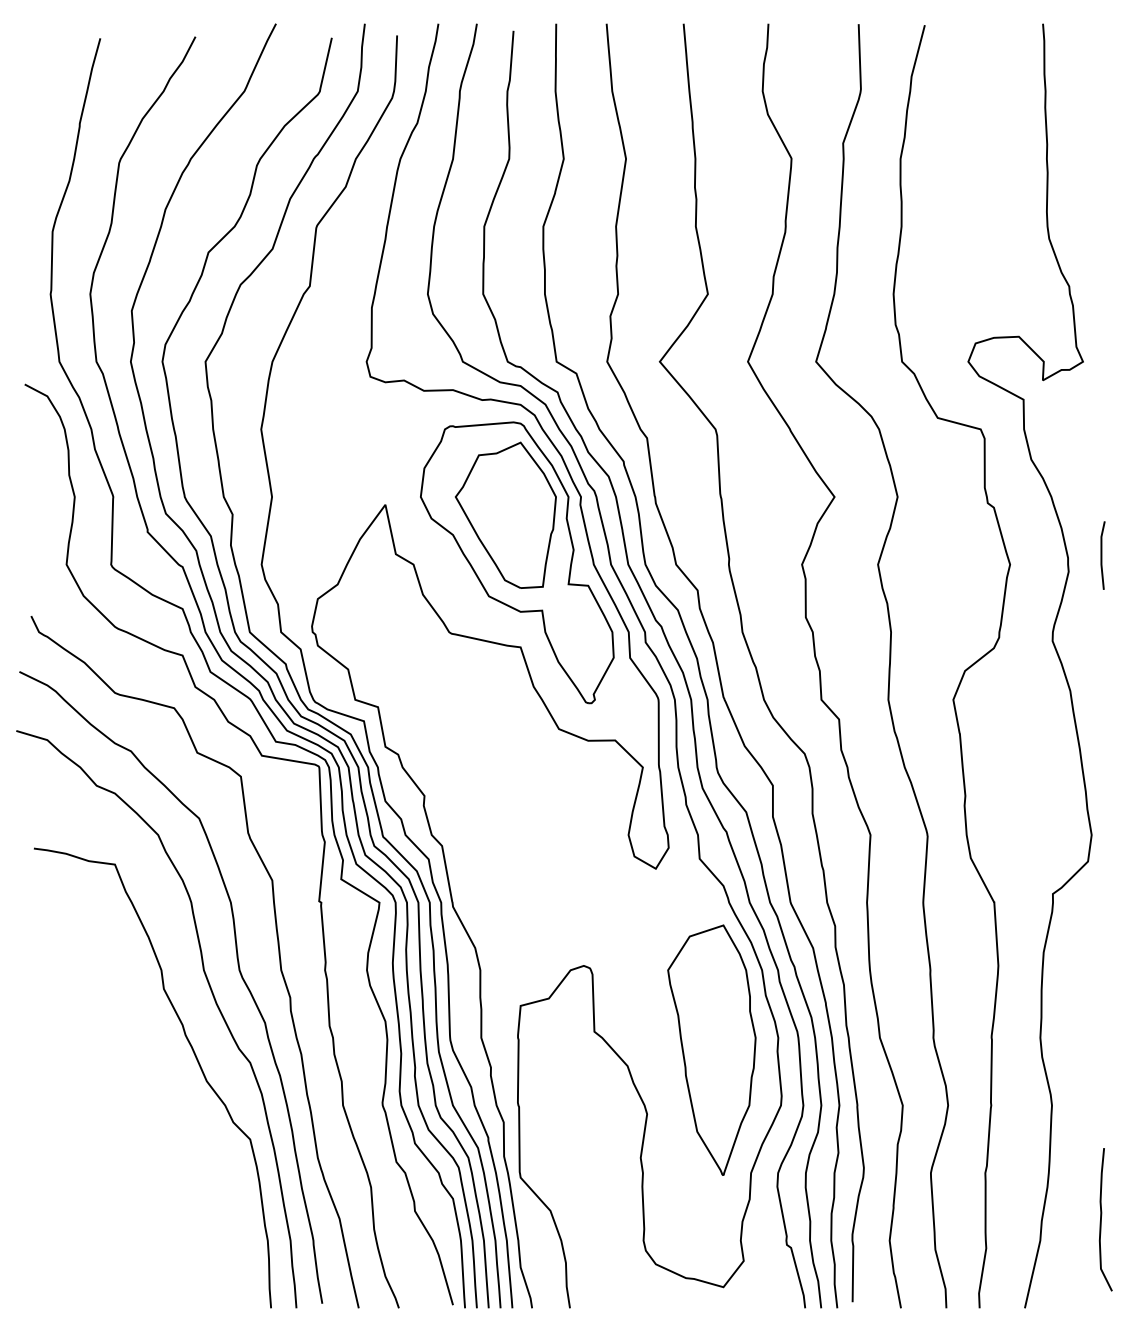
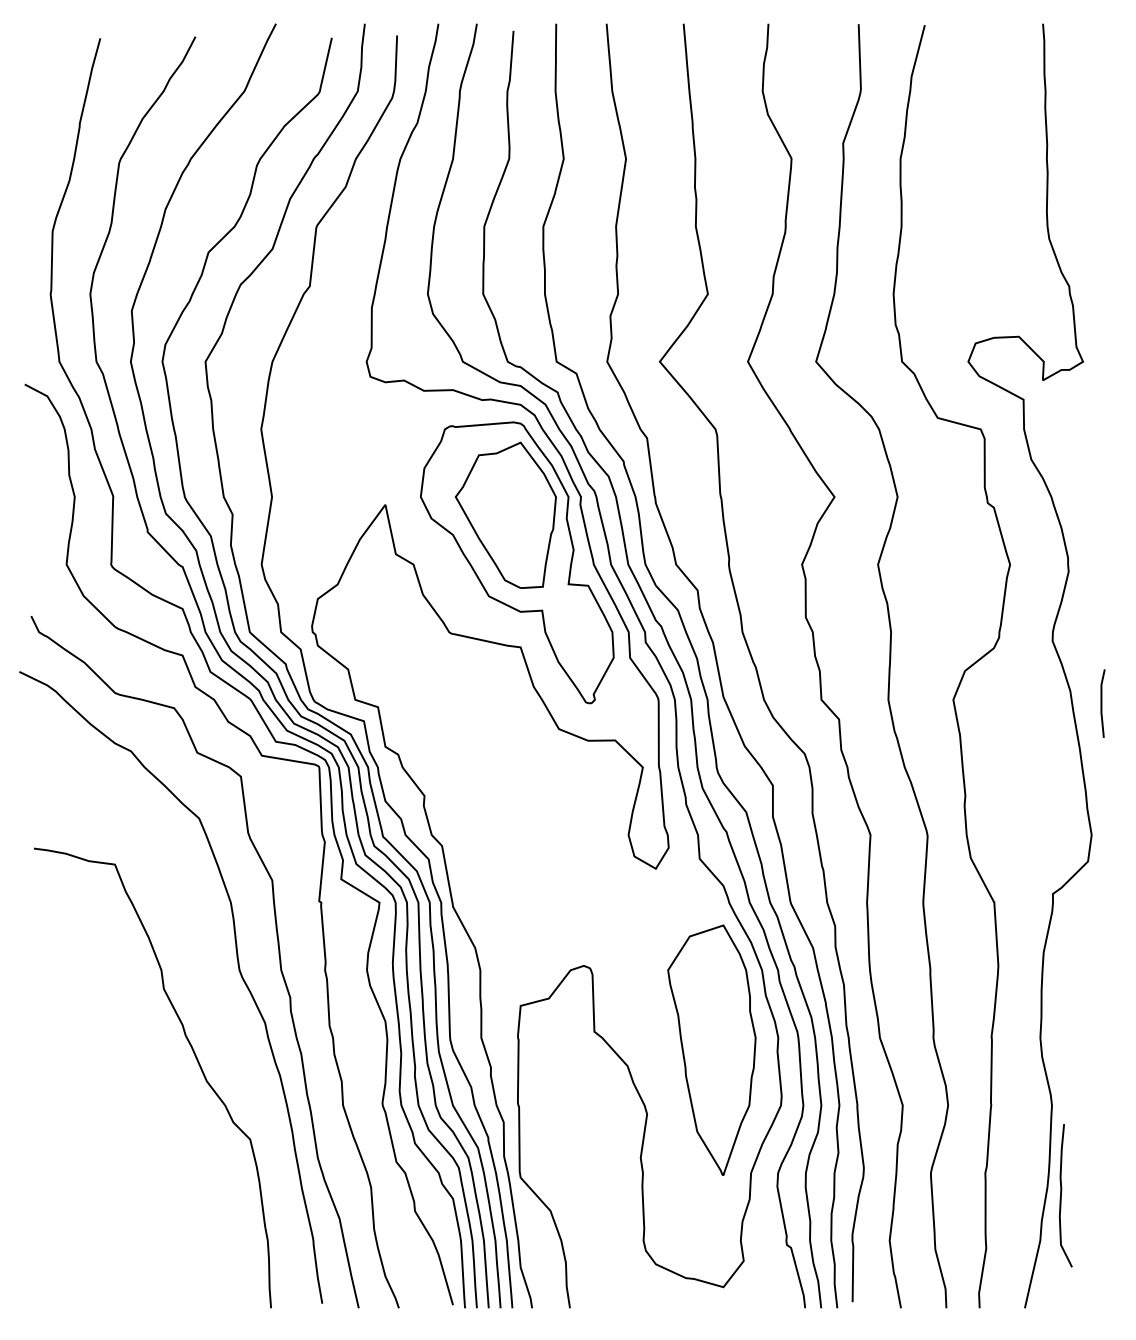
line at (1102, 555) position: (1102, 555) -> (1102, 703)
curve at (212, 996): present -> none
curve at (1101, 1219) position: (1101, 1219) -> (1061, 1195)
